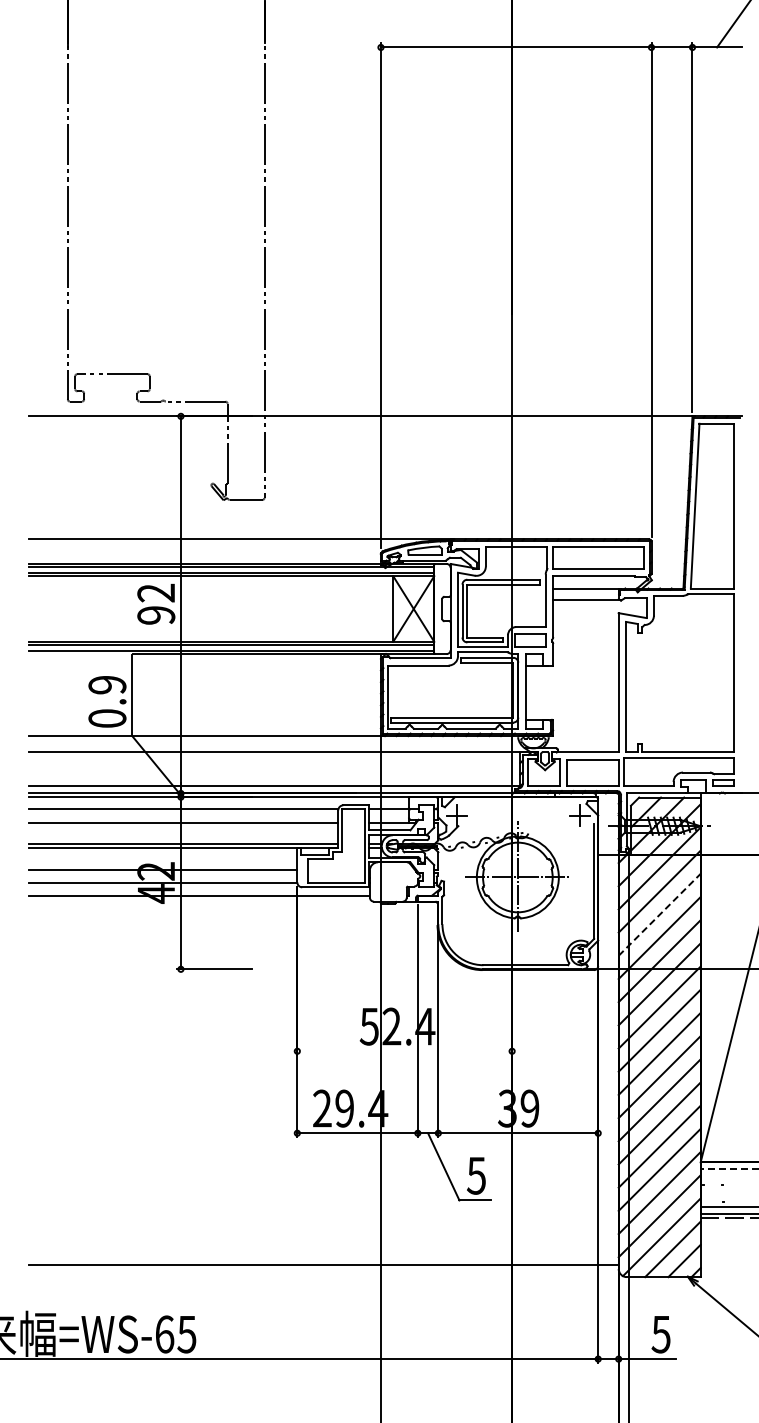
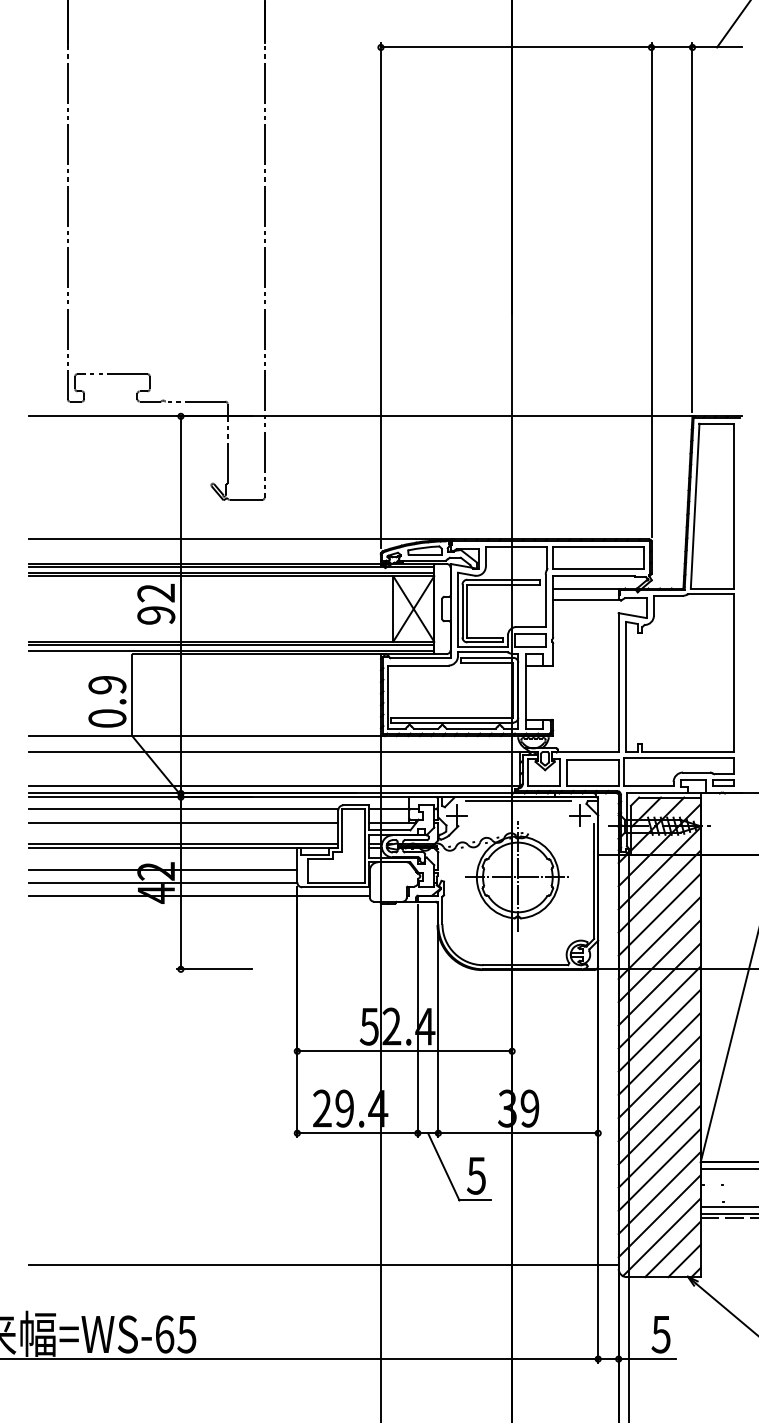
line at (517, 801): none -> present
line at (659, 914): dashed -> solid
line at (404, 1051): none -> present
line at (729, 1168): dashed -> solid
